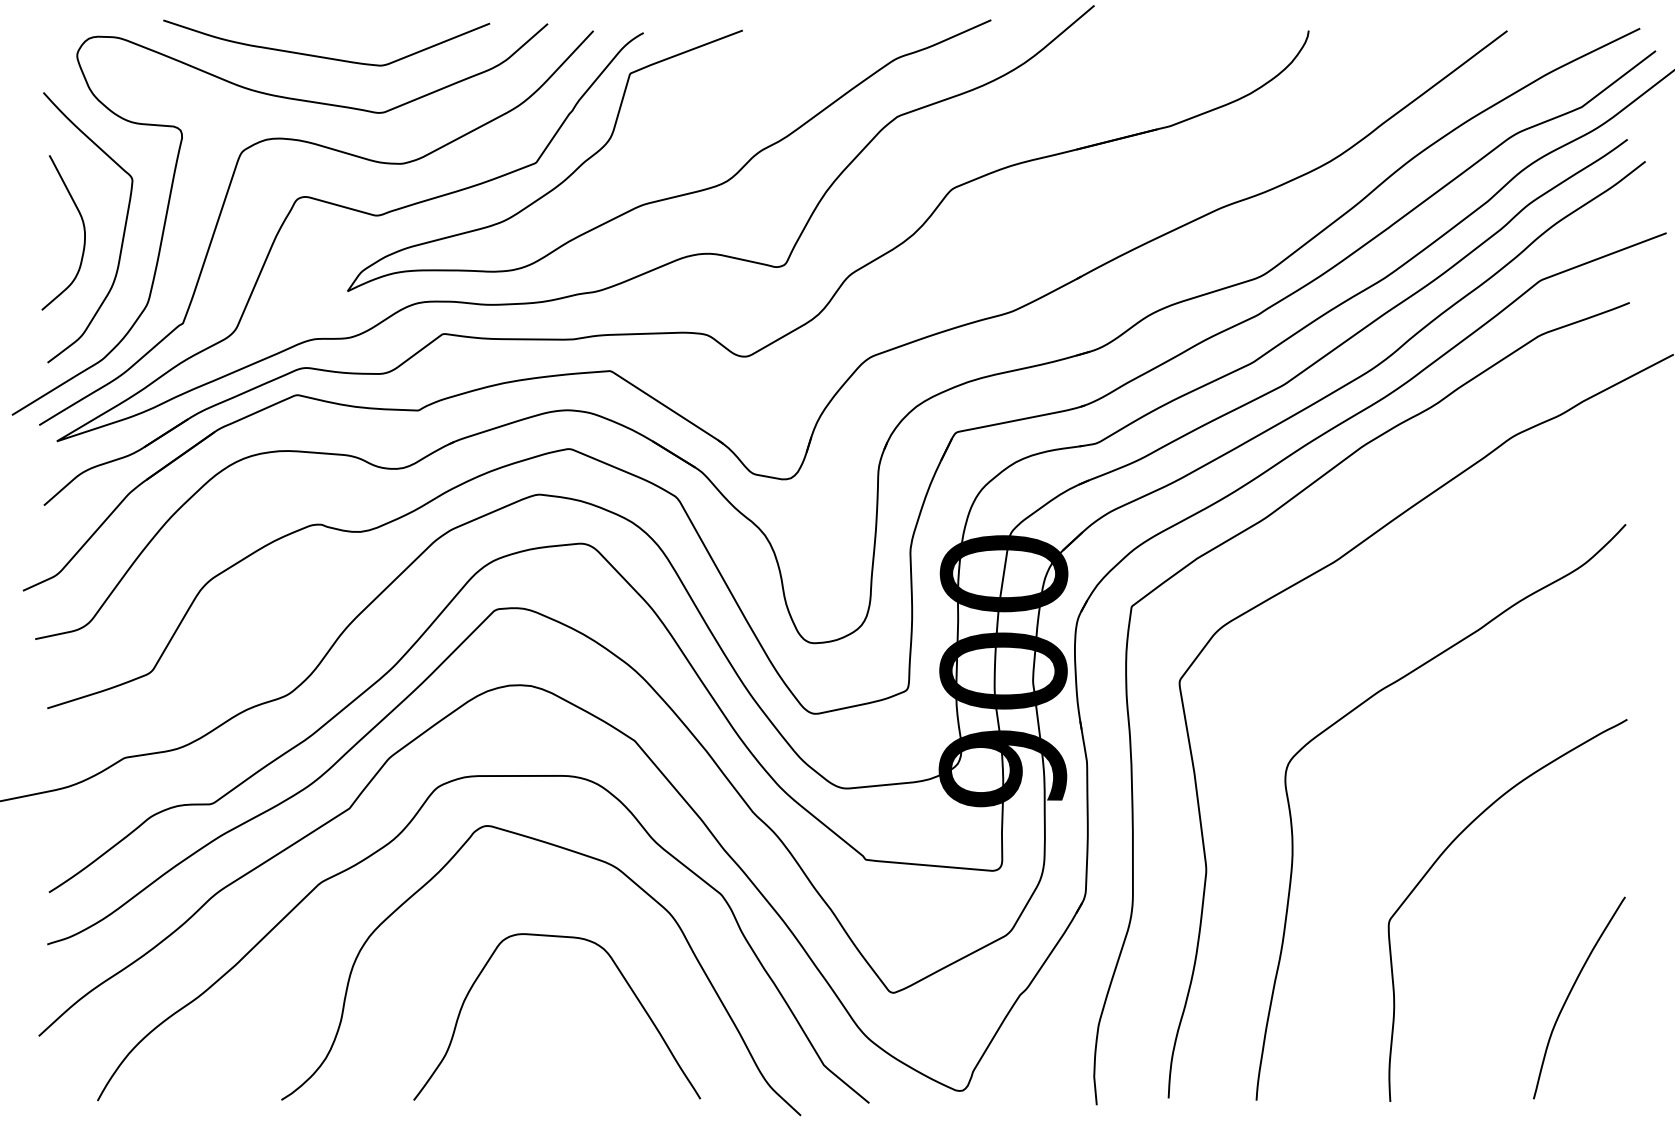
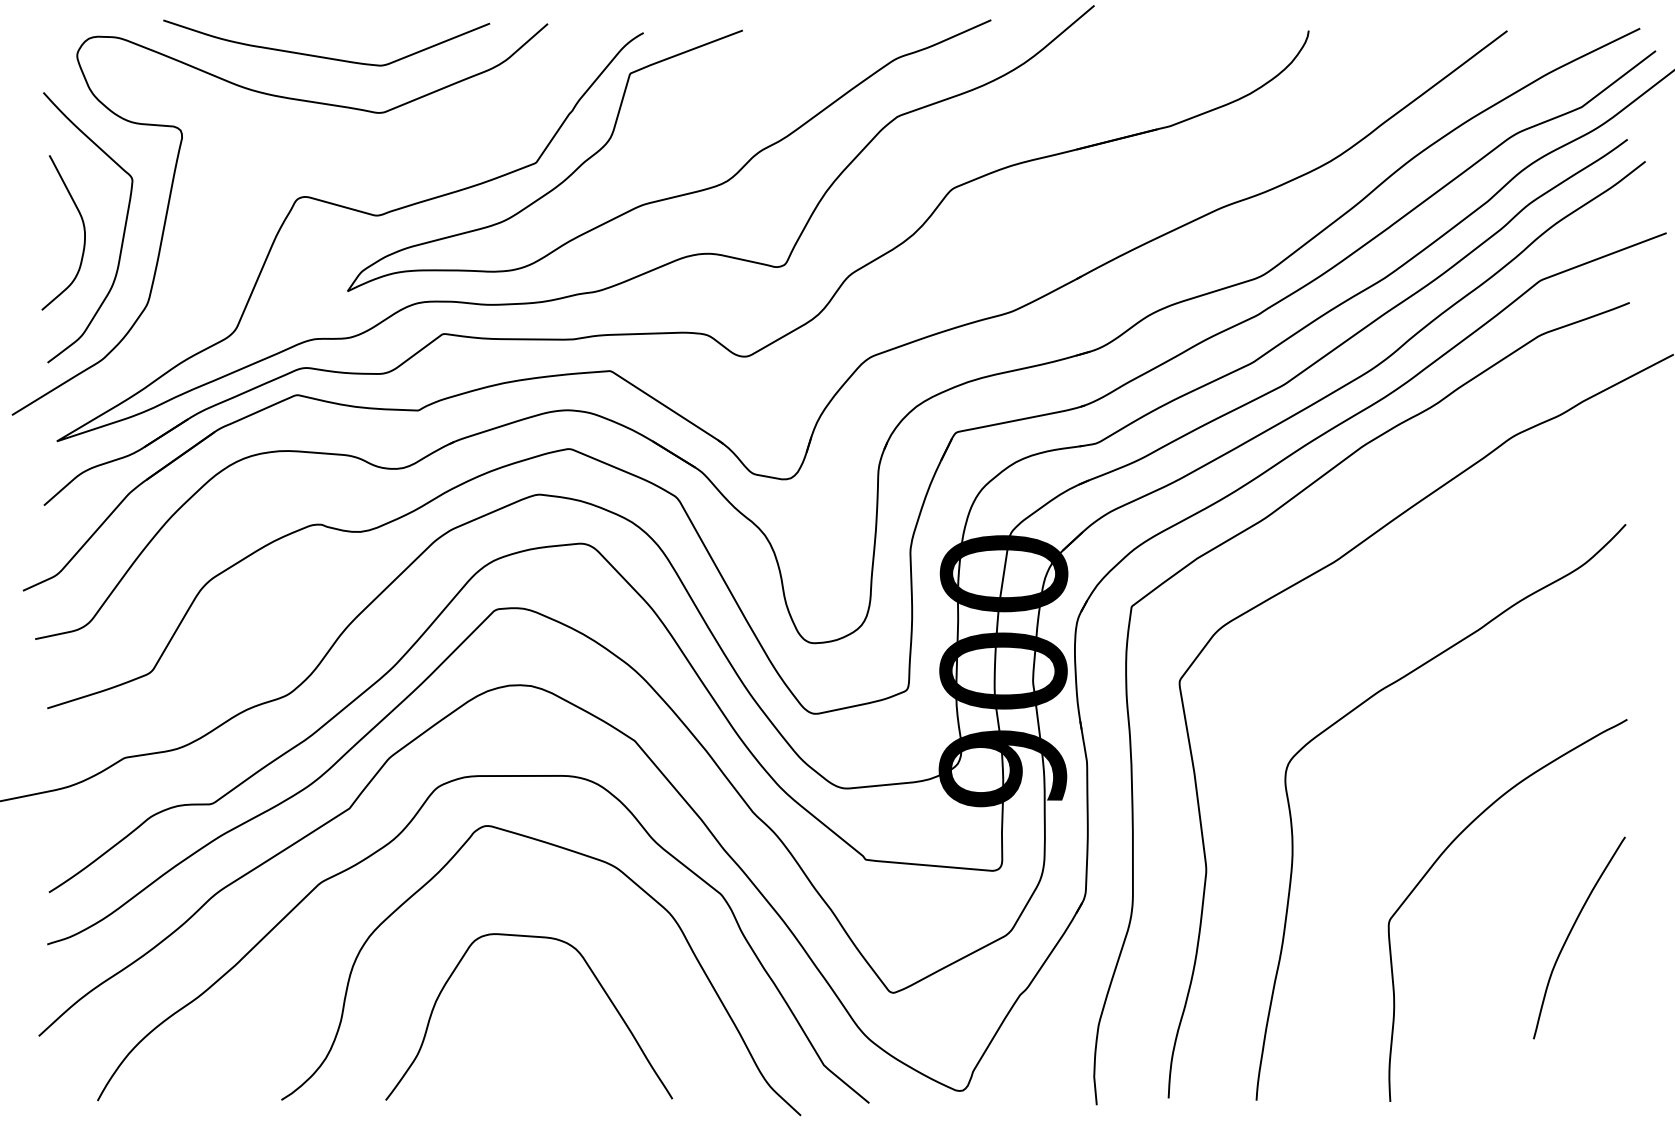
curve at (339, 152): present -> none
curve at (620, 974) position: (620, 974) -> (592, 974)
curve at (1571, 992) position: (1571, 992) -> (1571, 932)
